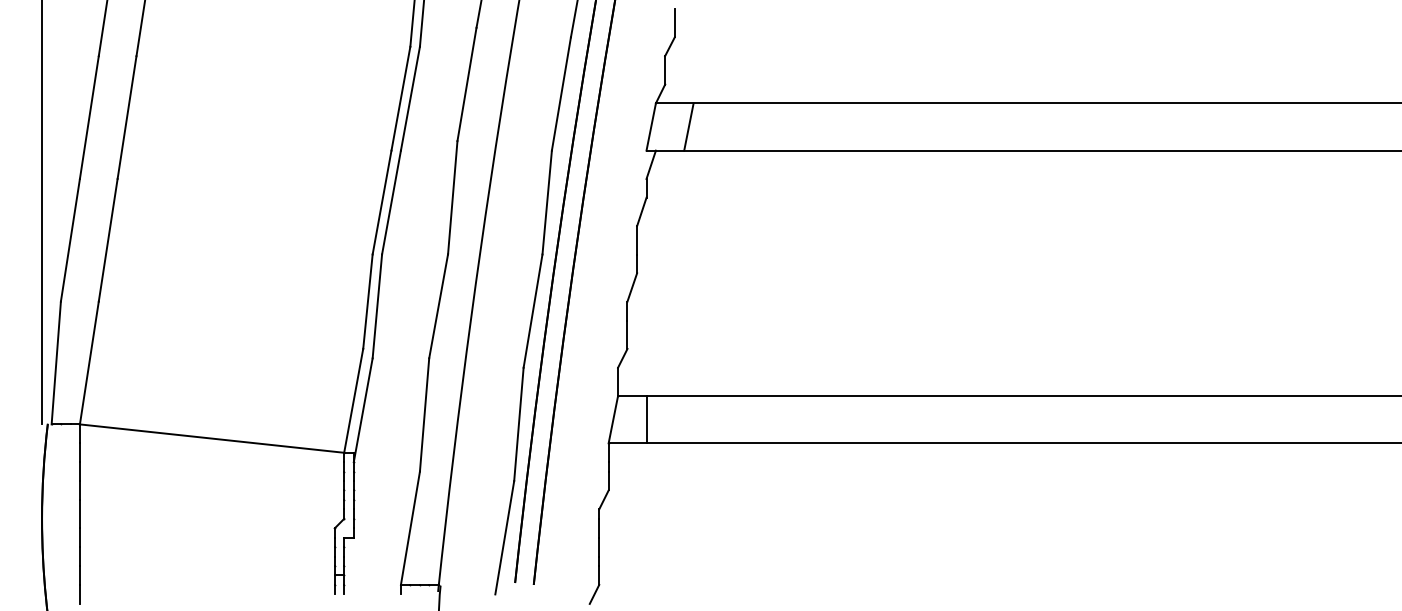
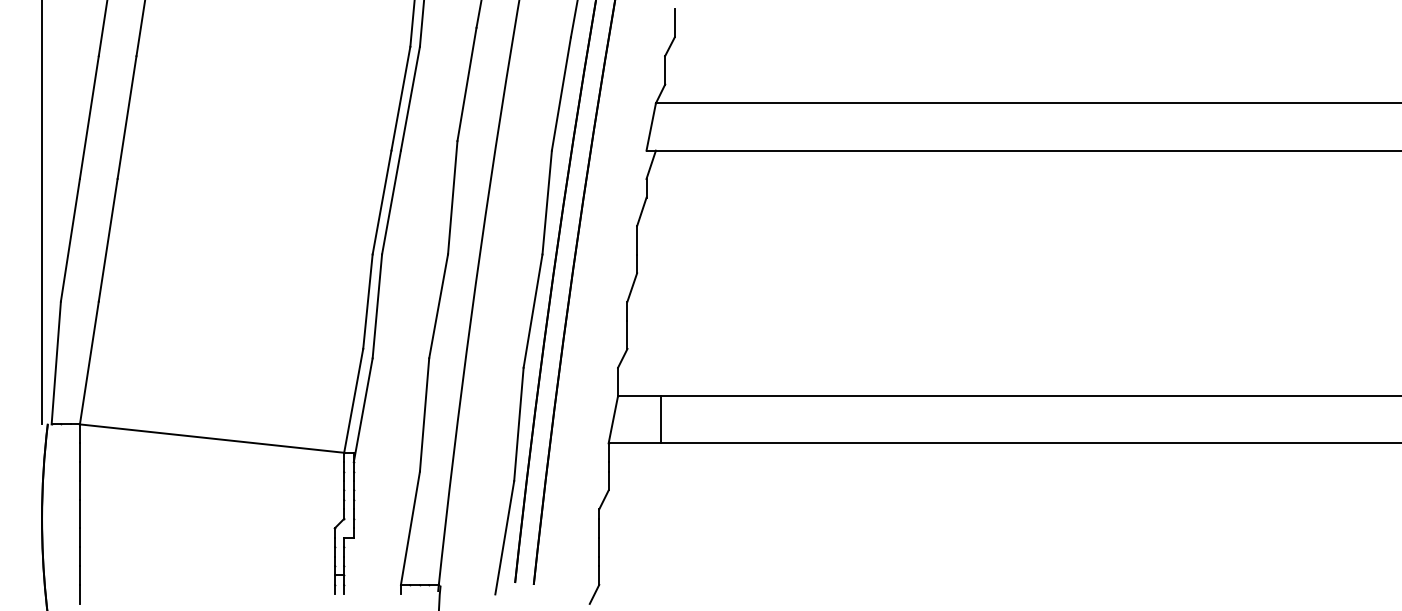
line at (688, 126): present -> none
line at (646, 419) position: (646, 419) -> (660, 419)
